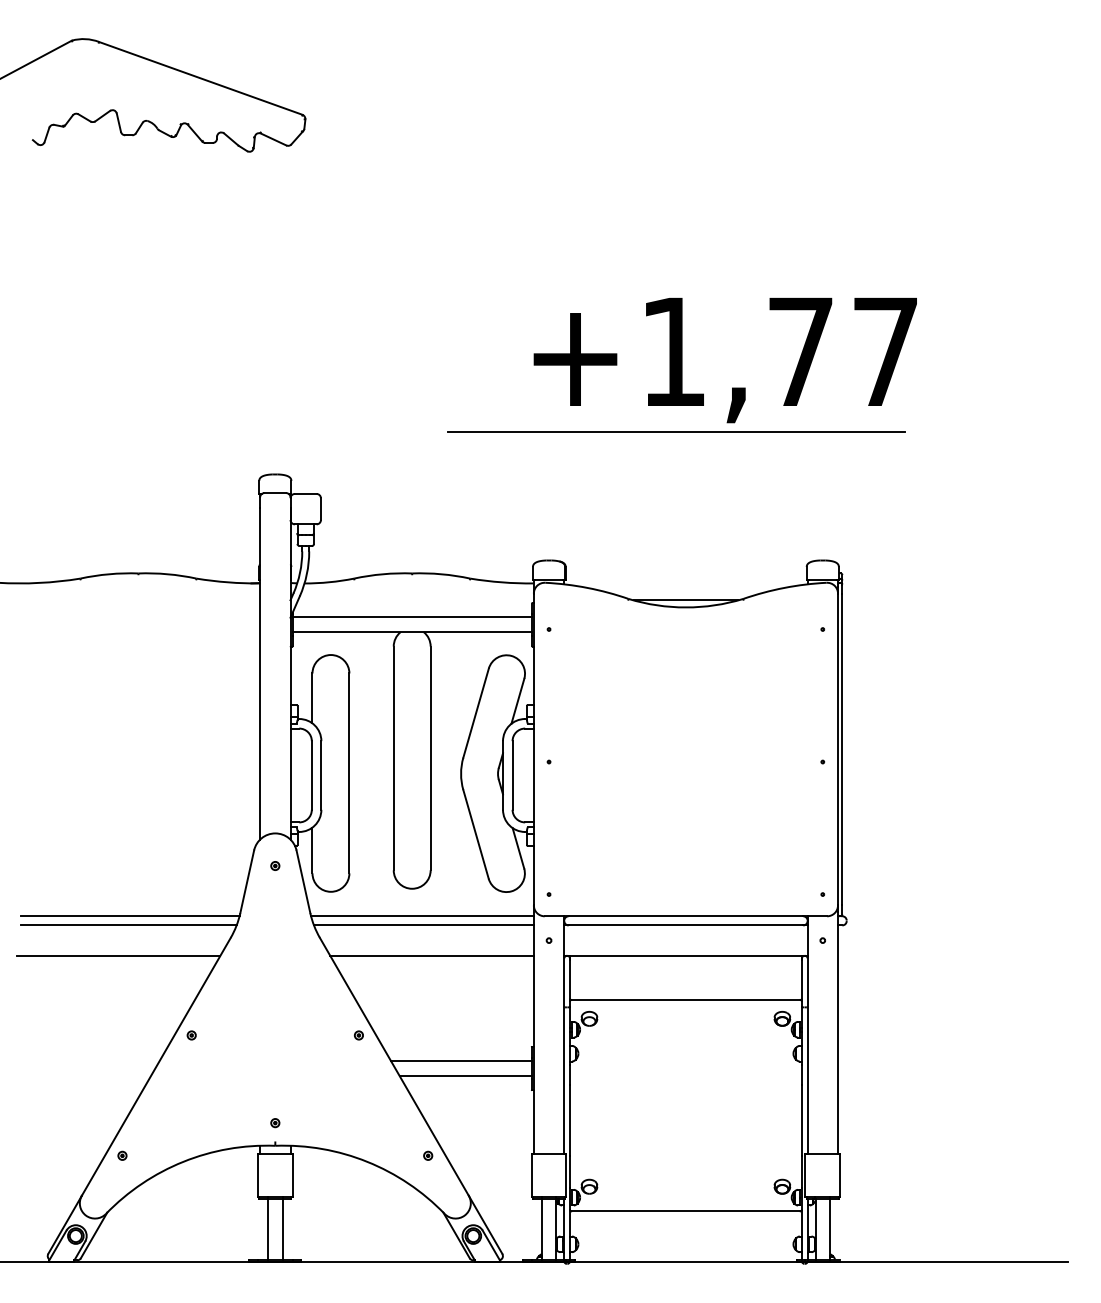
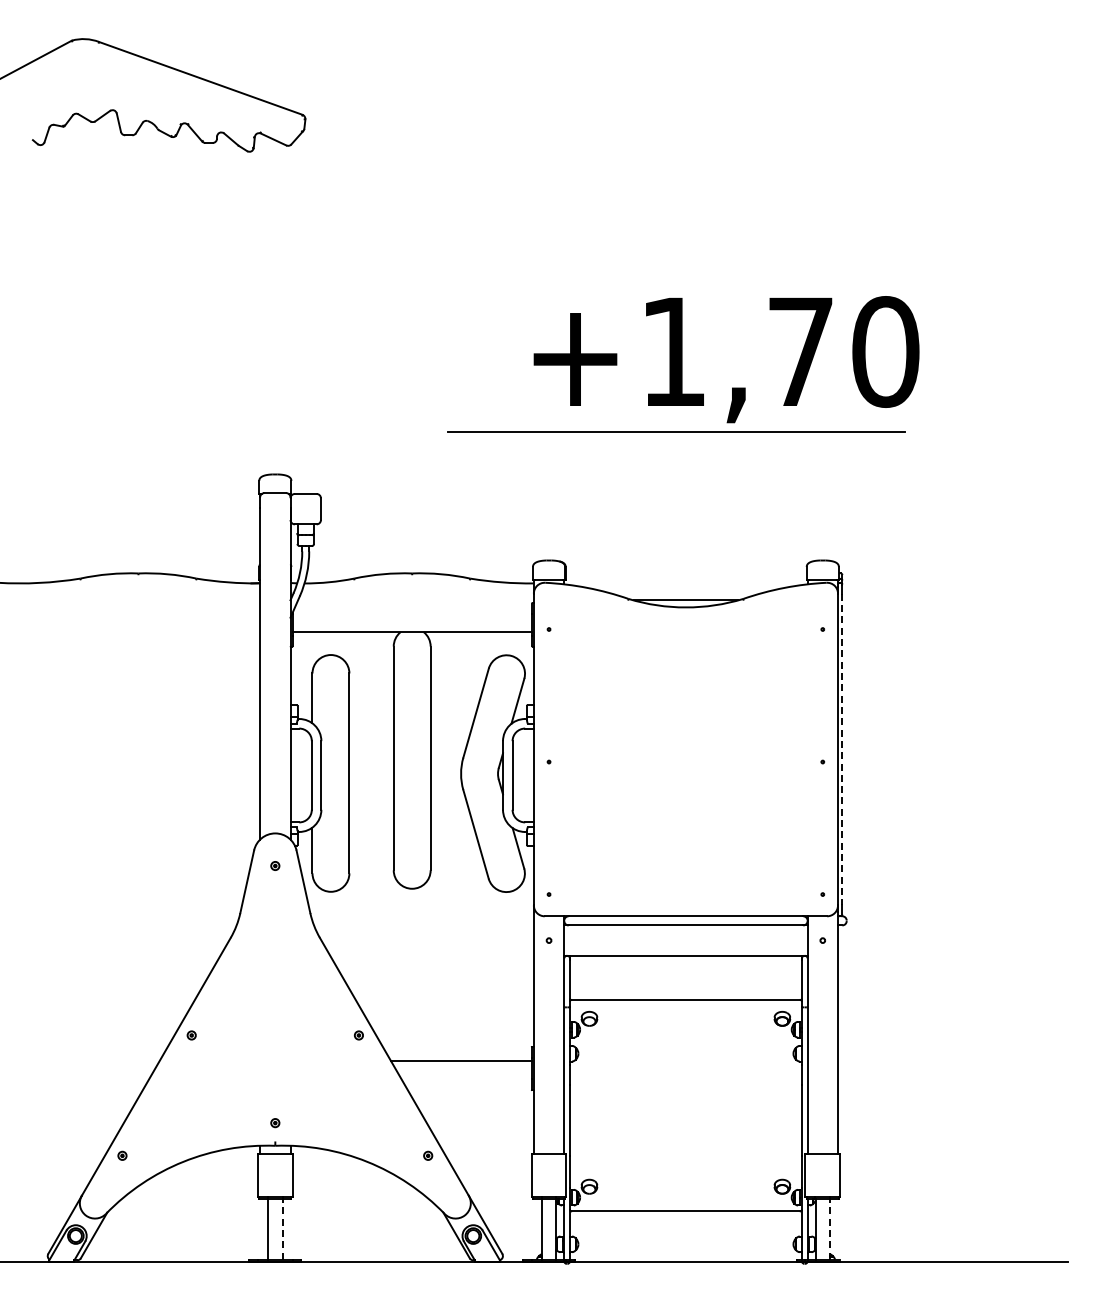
text at (885, 351): +1,77 -> +1,70
line at (412, 617): present -> none
line at (842, 749): solid -> dashed
line at (130, 916): present -> none
line at (422, 916): present -> none
line at (128, 925): present -> none
line at (423, 925): present -> none
line at (118, 955): present -> none
line at (431, 955): present -> none
line at (465, 1075): present -> none
line at (282, 1228): solid -> dashed
line at (830, 1228): solid -> dashed
